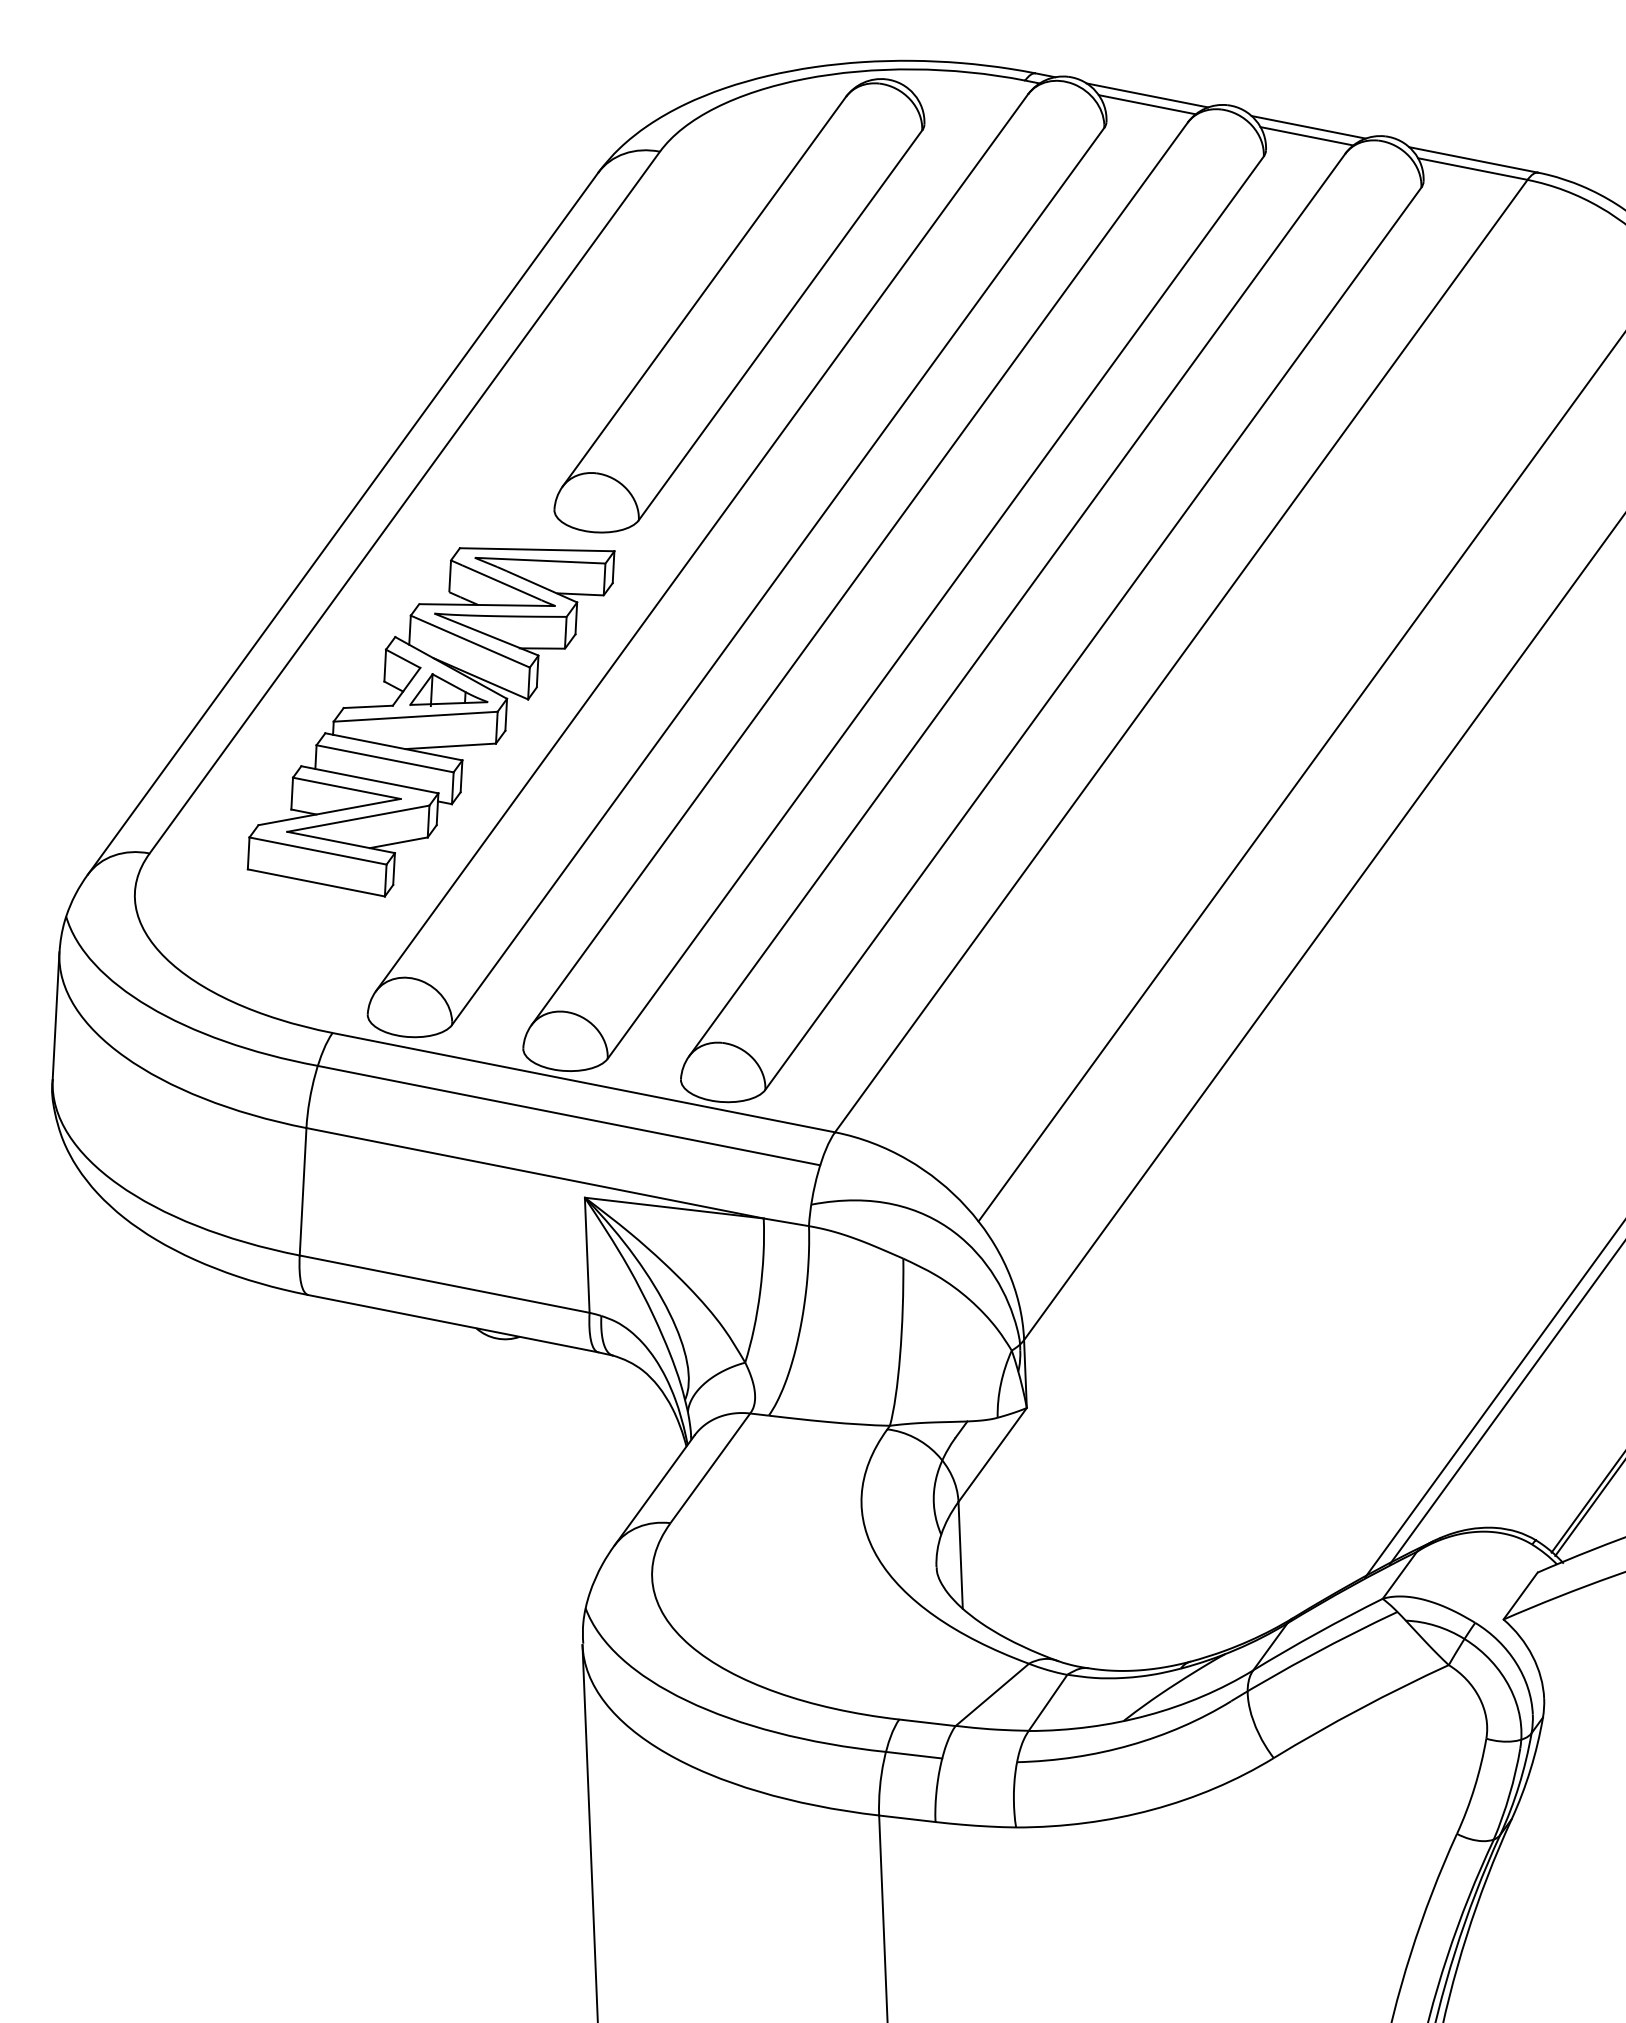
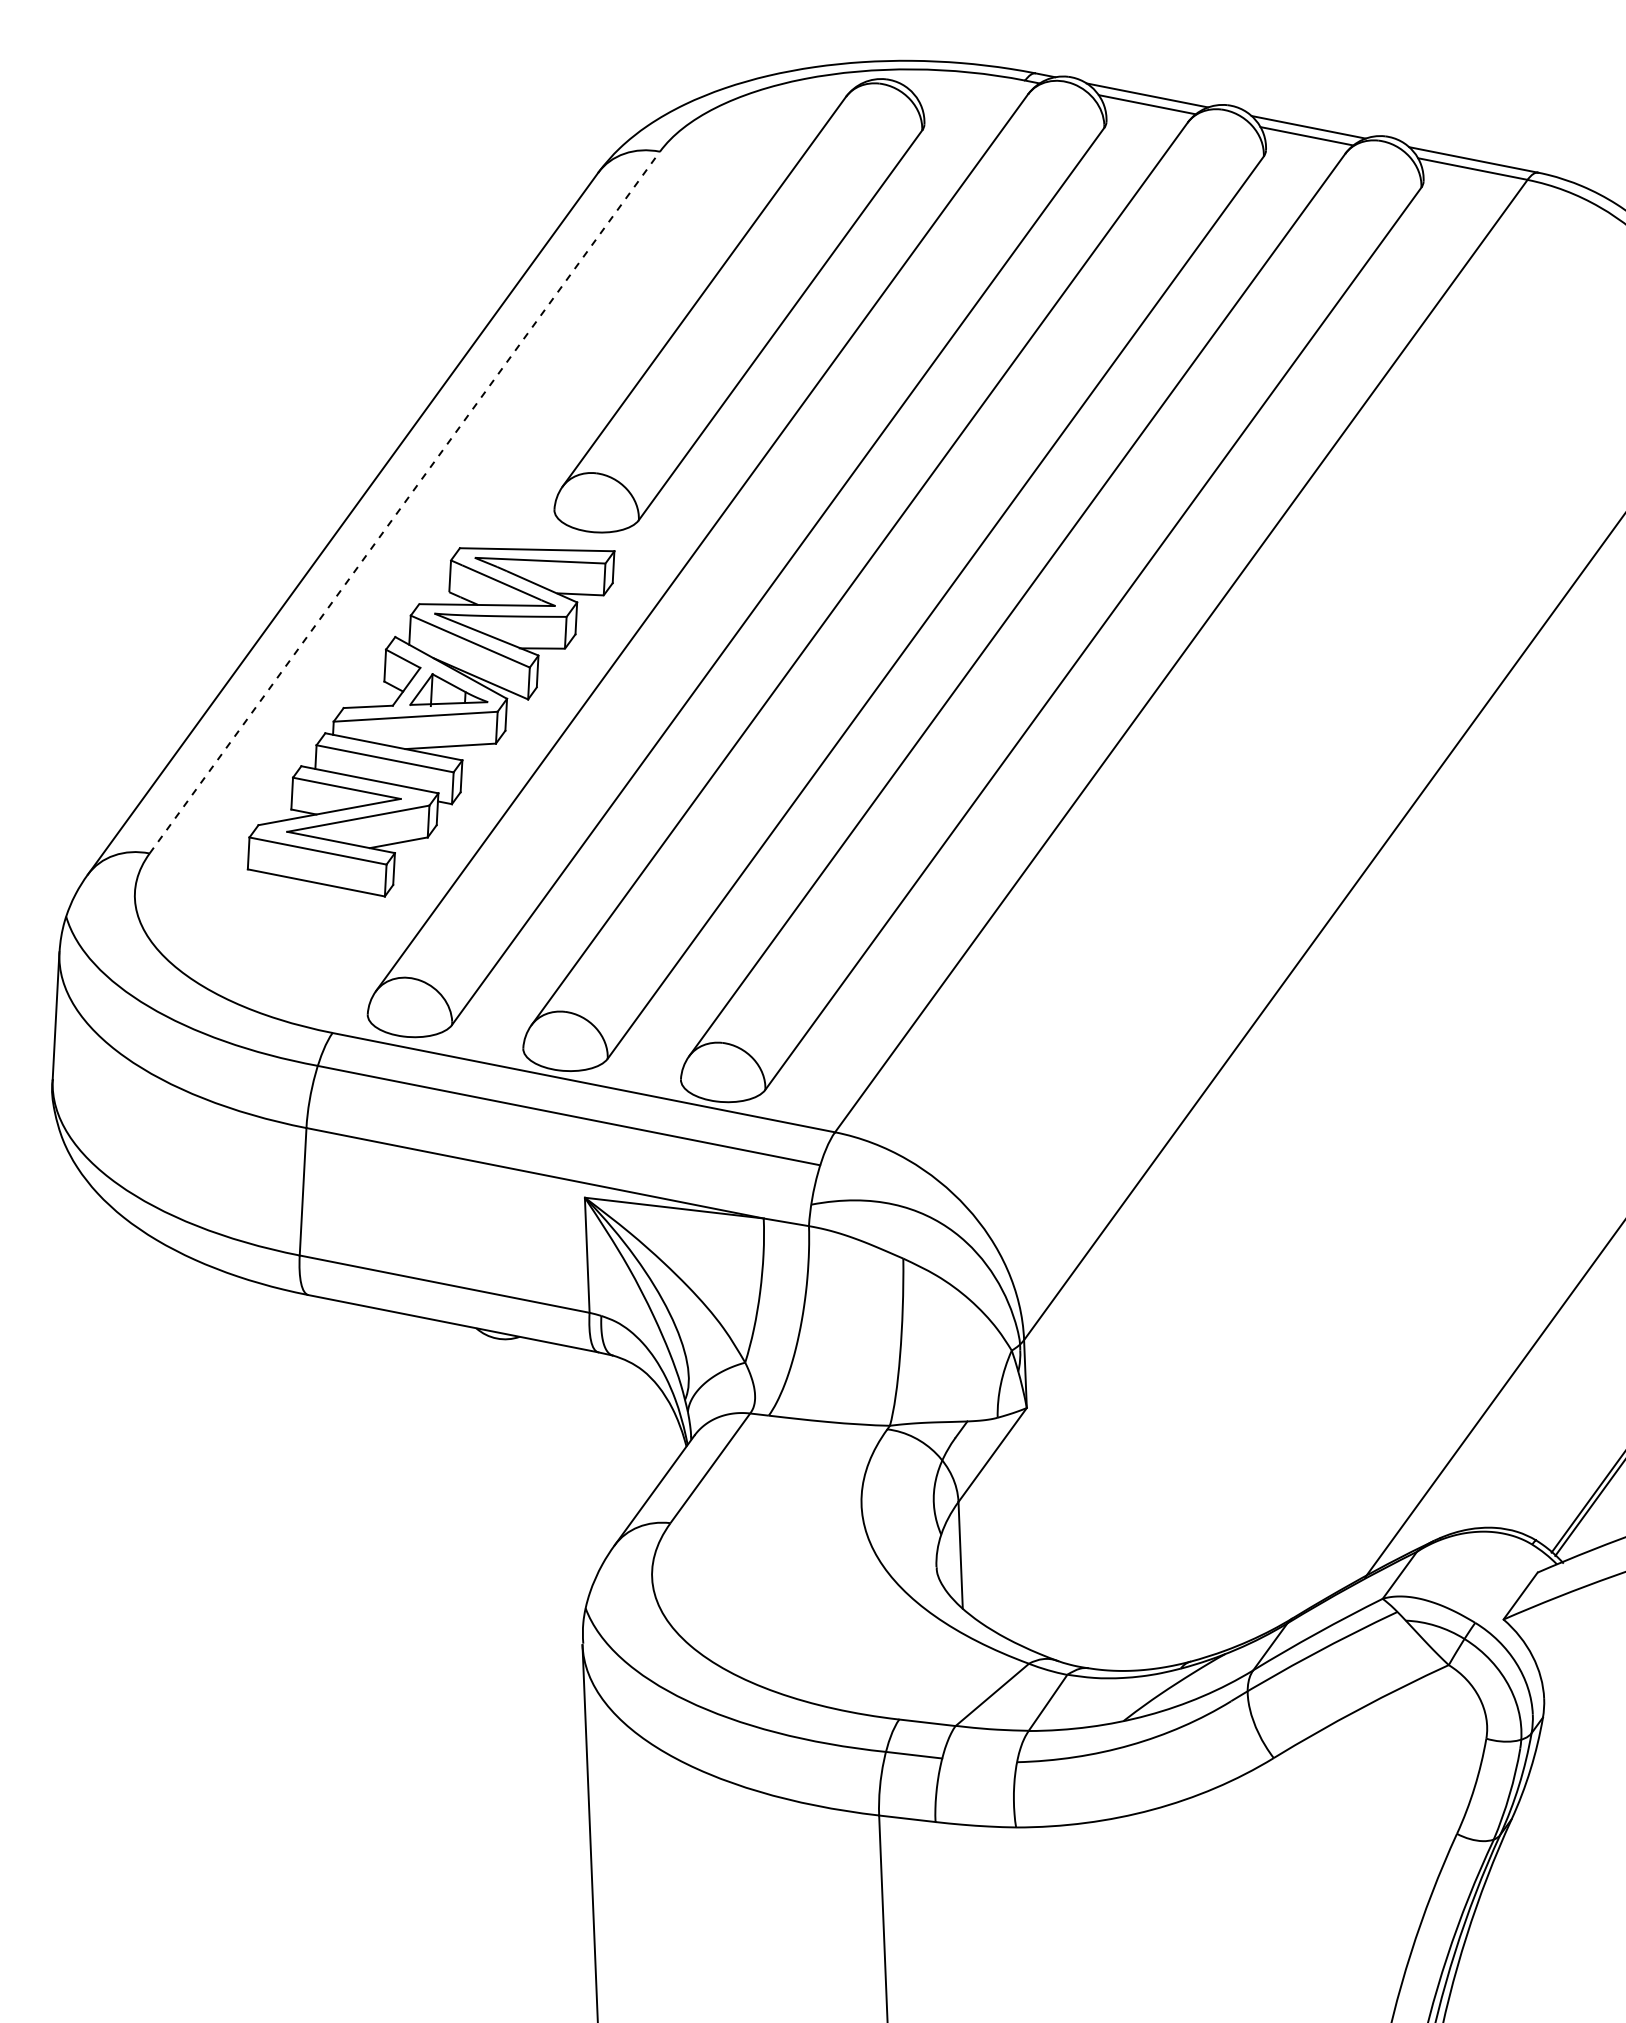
line at (404, 502): solid -> dashed
line at (1300, 778): present -> none
line at (1506, 1404): present -> none
